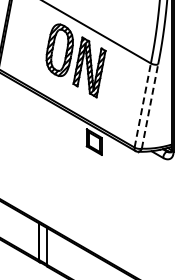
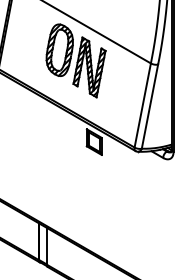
line at (142, 105): dashed -> solid
line at (149, 106): dashed -> solid
